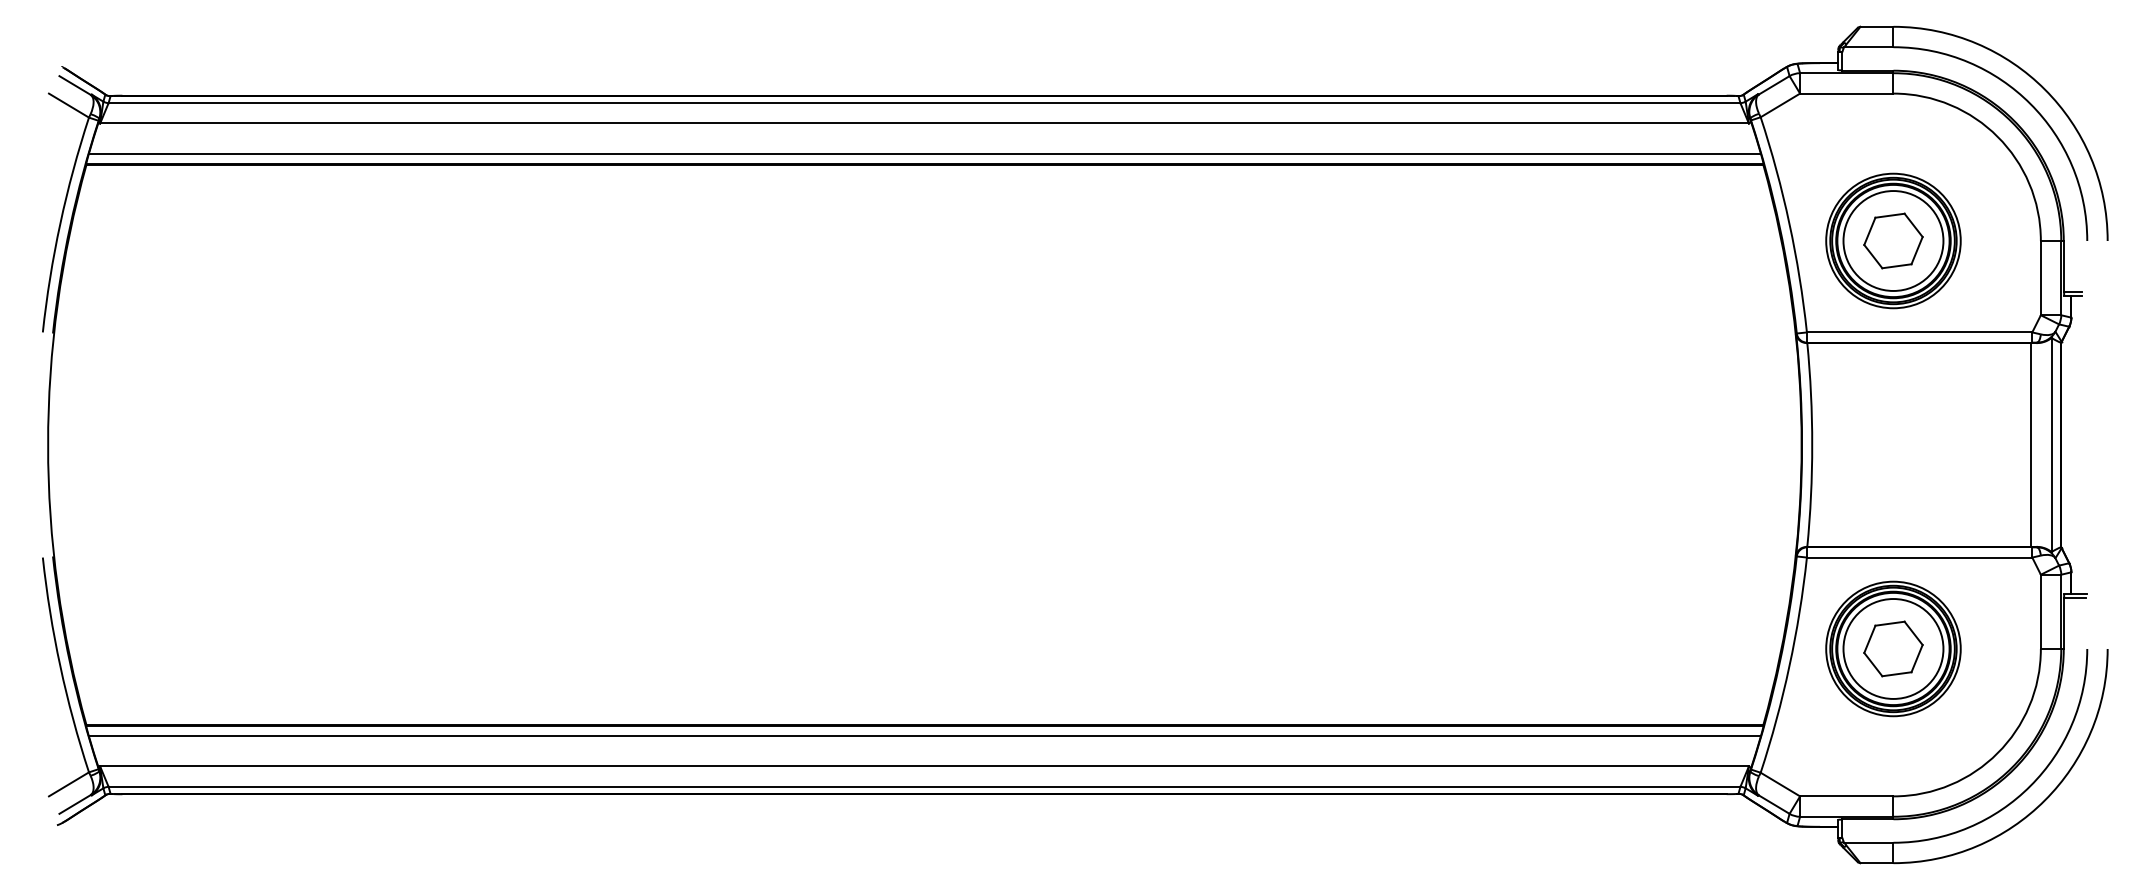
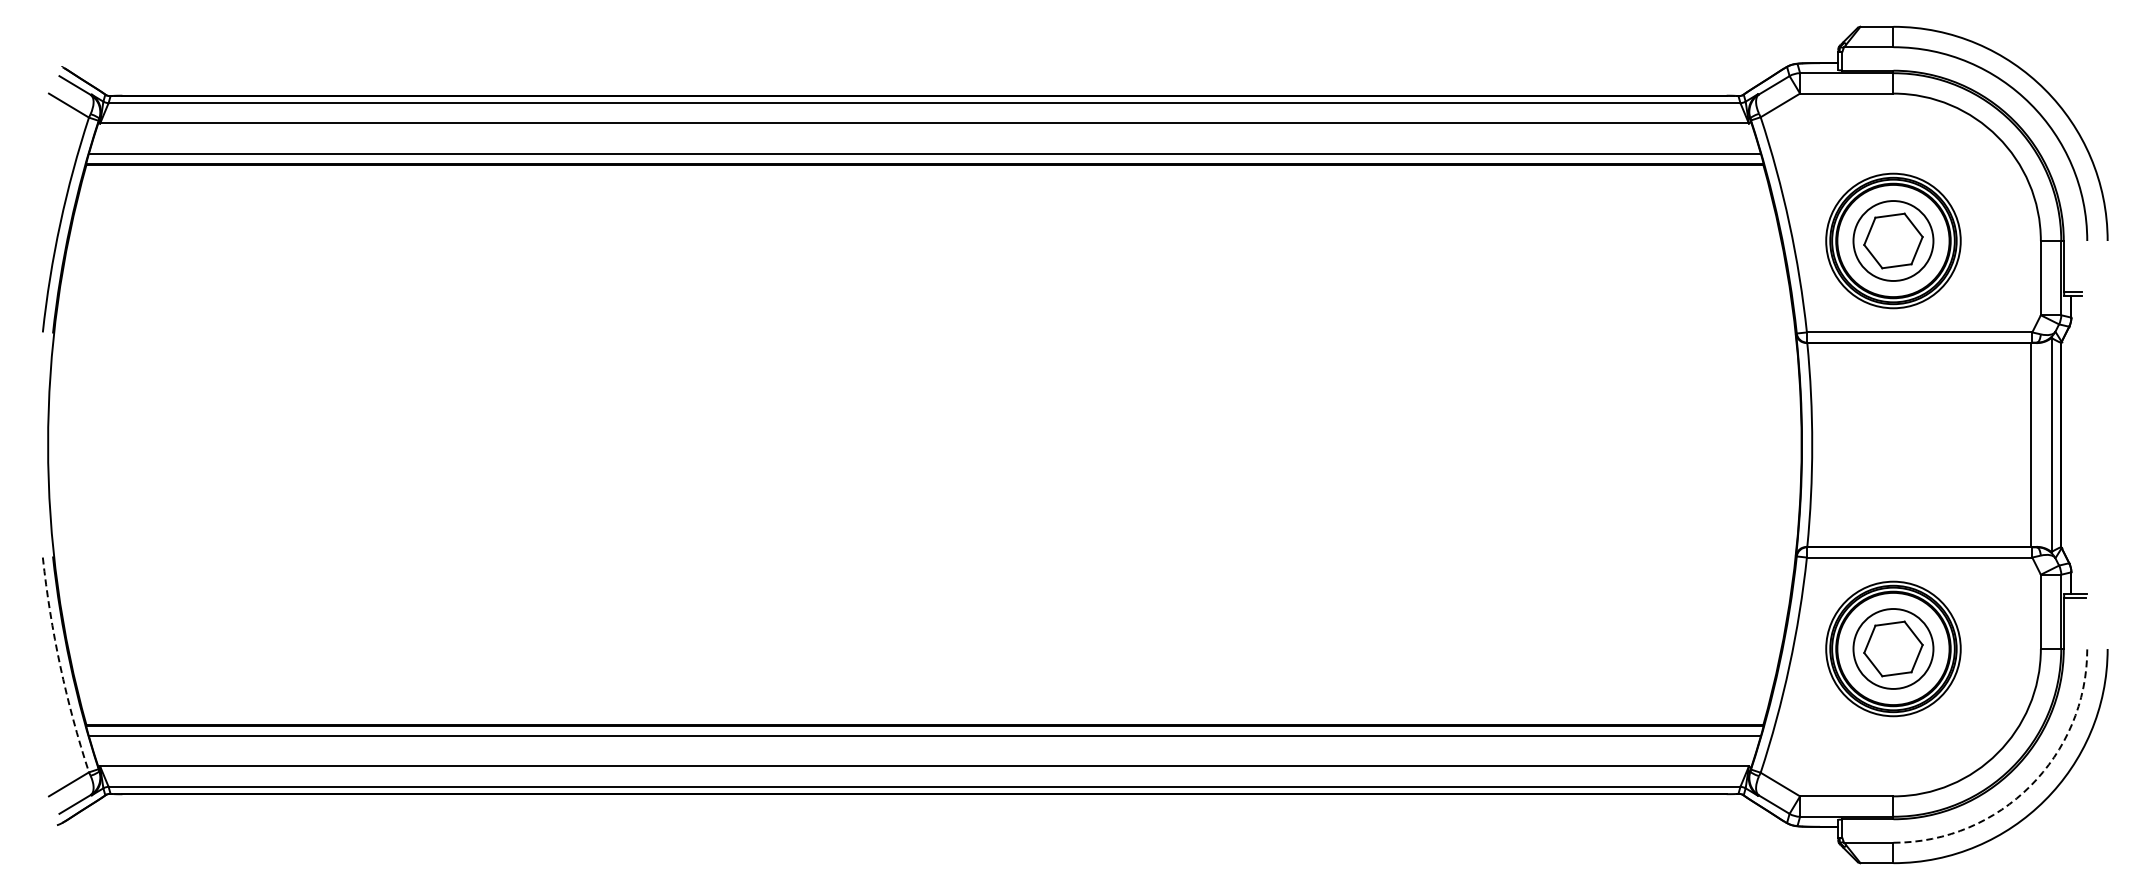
circle at (1893, 240) diameter: 100 px -> 80 px
circle at (1893, 648) diameter: 100 px -> 80 px
arc at (60, 666): solid -> dashed
arc at (2030, 786): solid -> dashed
